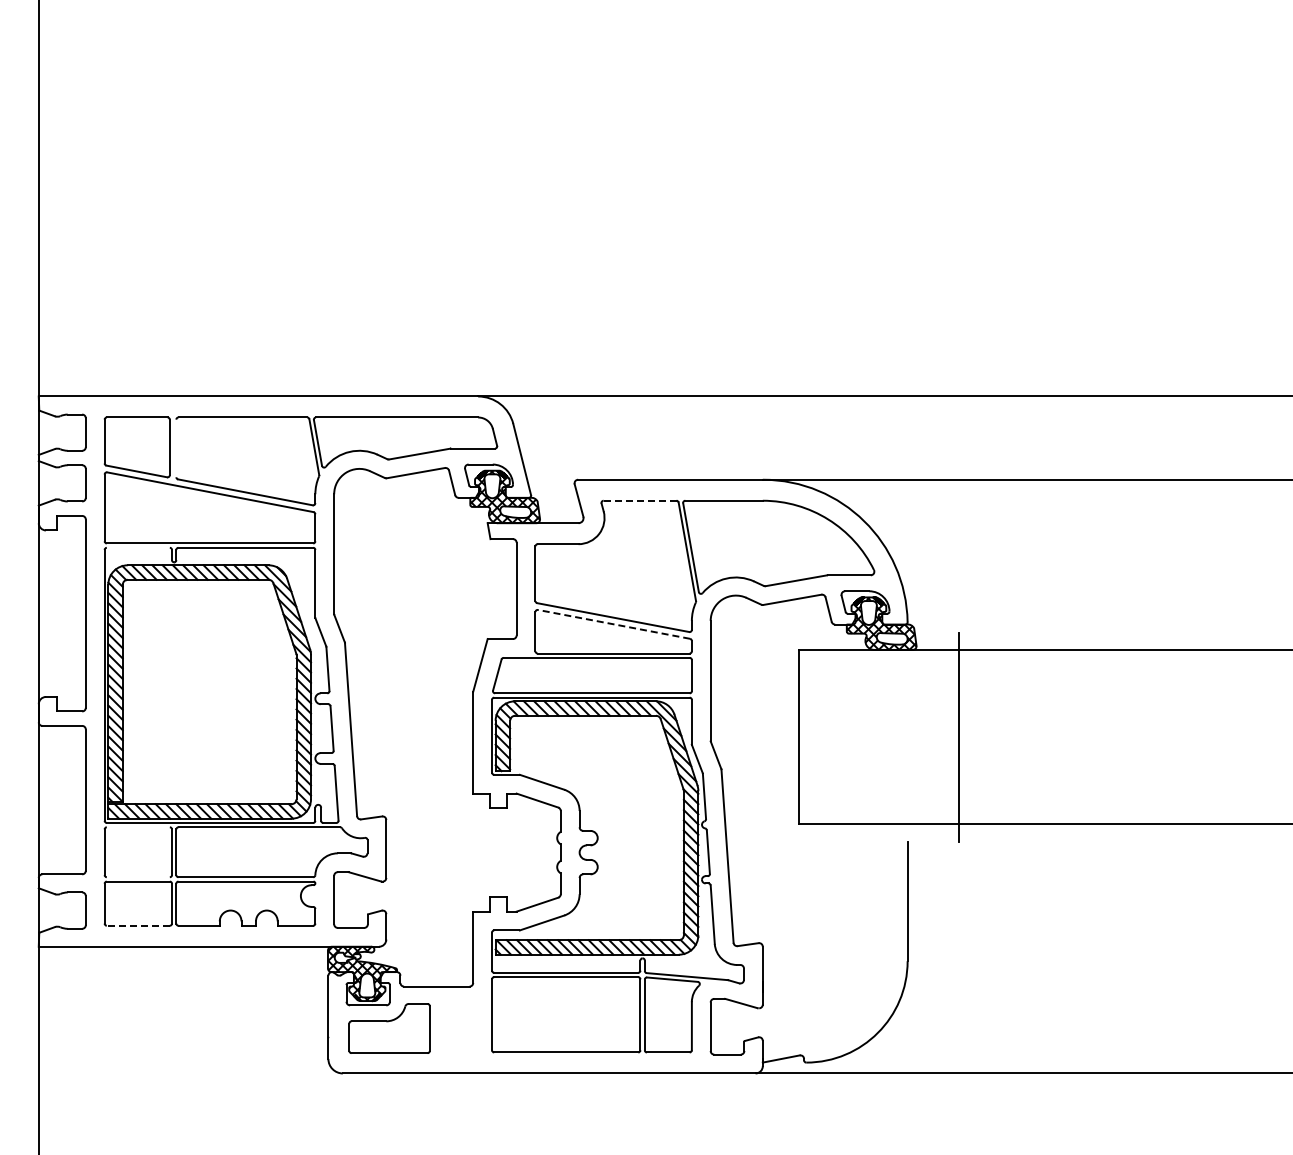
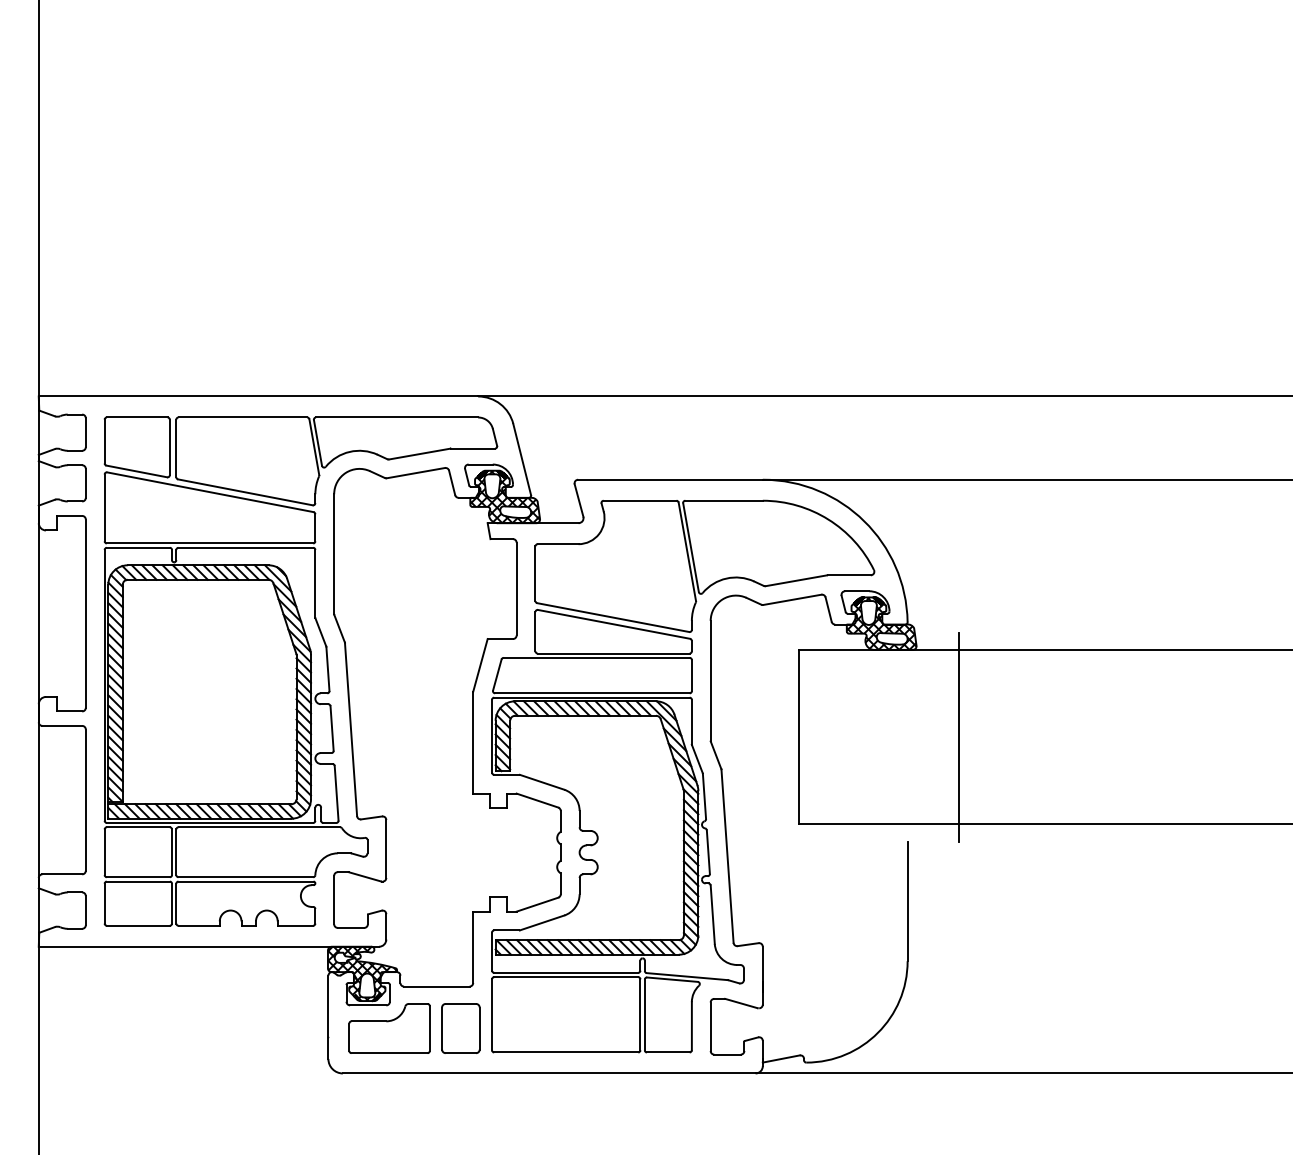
line at (176, 448): none -> present
line at (639, 500): dashed -> solid
line at (137, 547): none -> present
line at (613, 624): dashed -> solid
line at (137, 827): none -> present
line at (137, 877): none -> present
line at (137, 925): dashed -> solid
part at (460, 1028): none -> present
